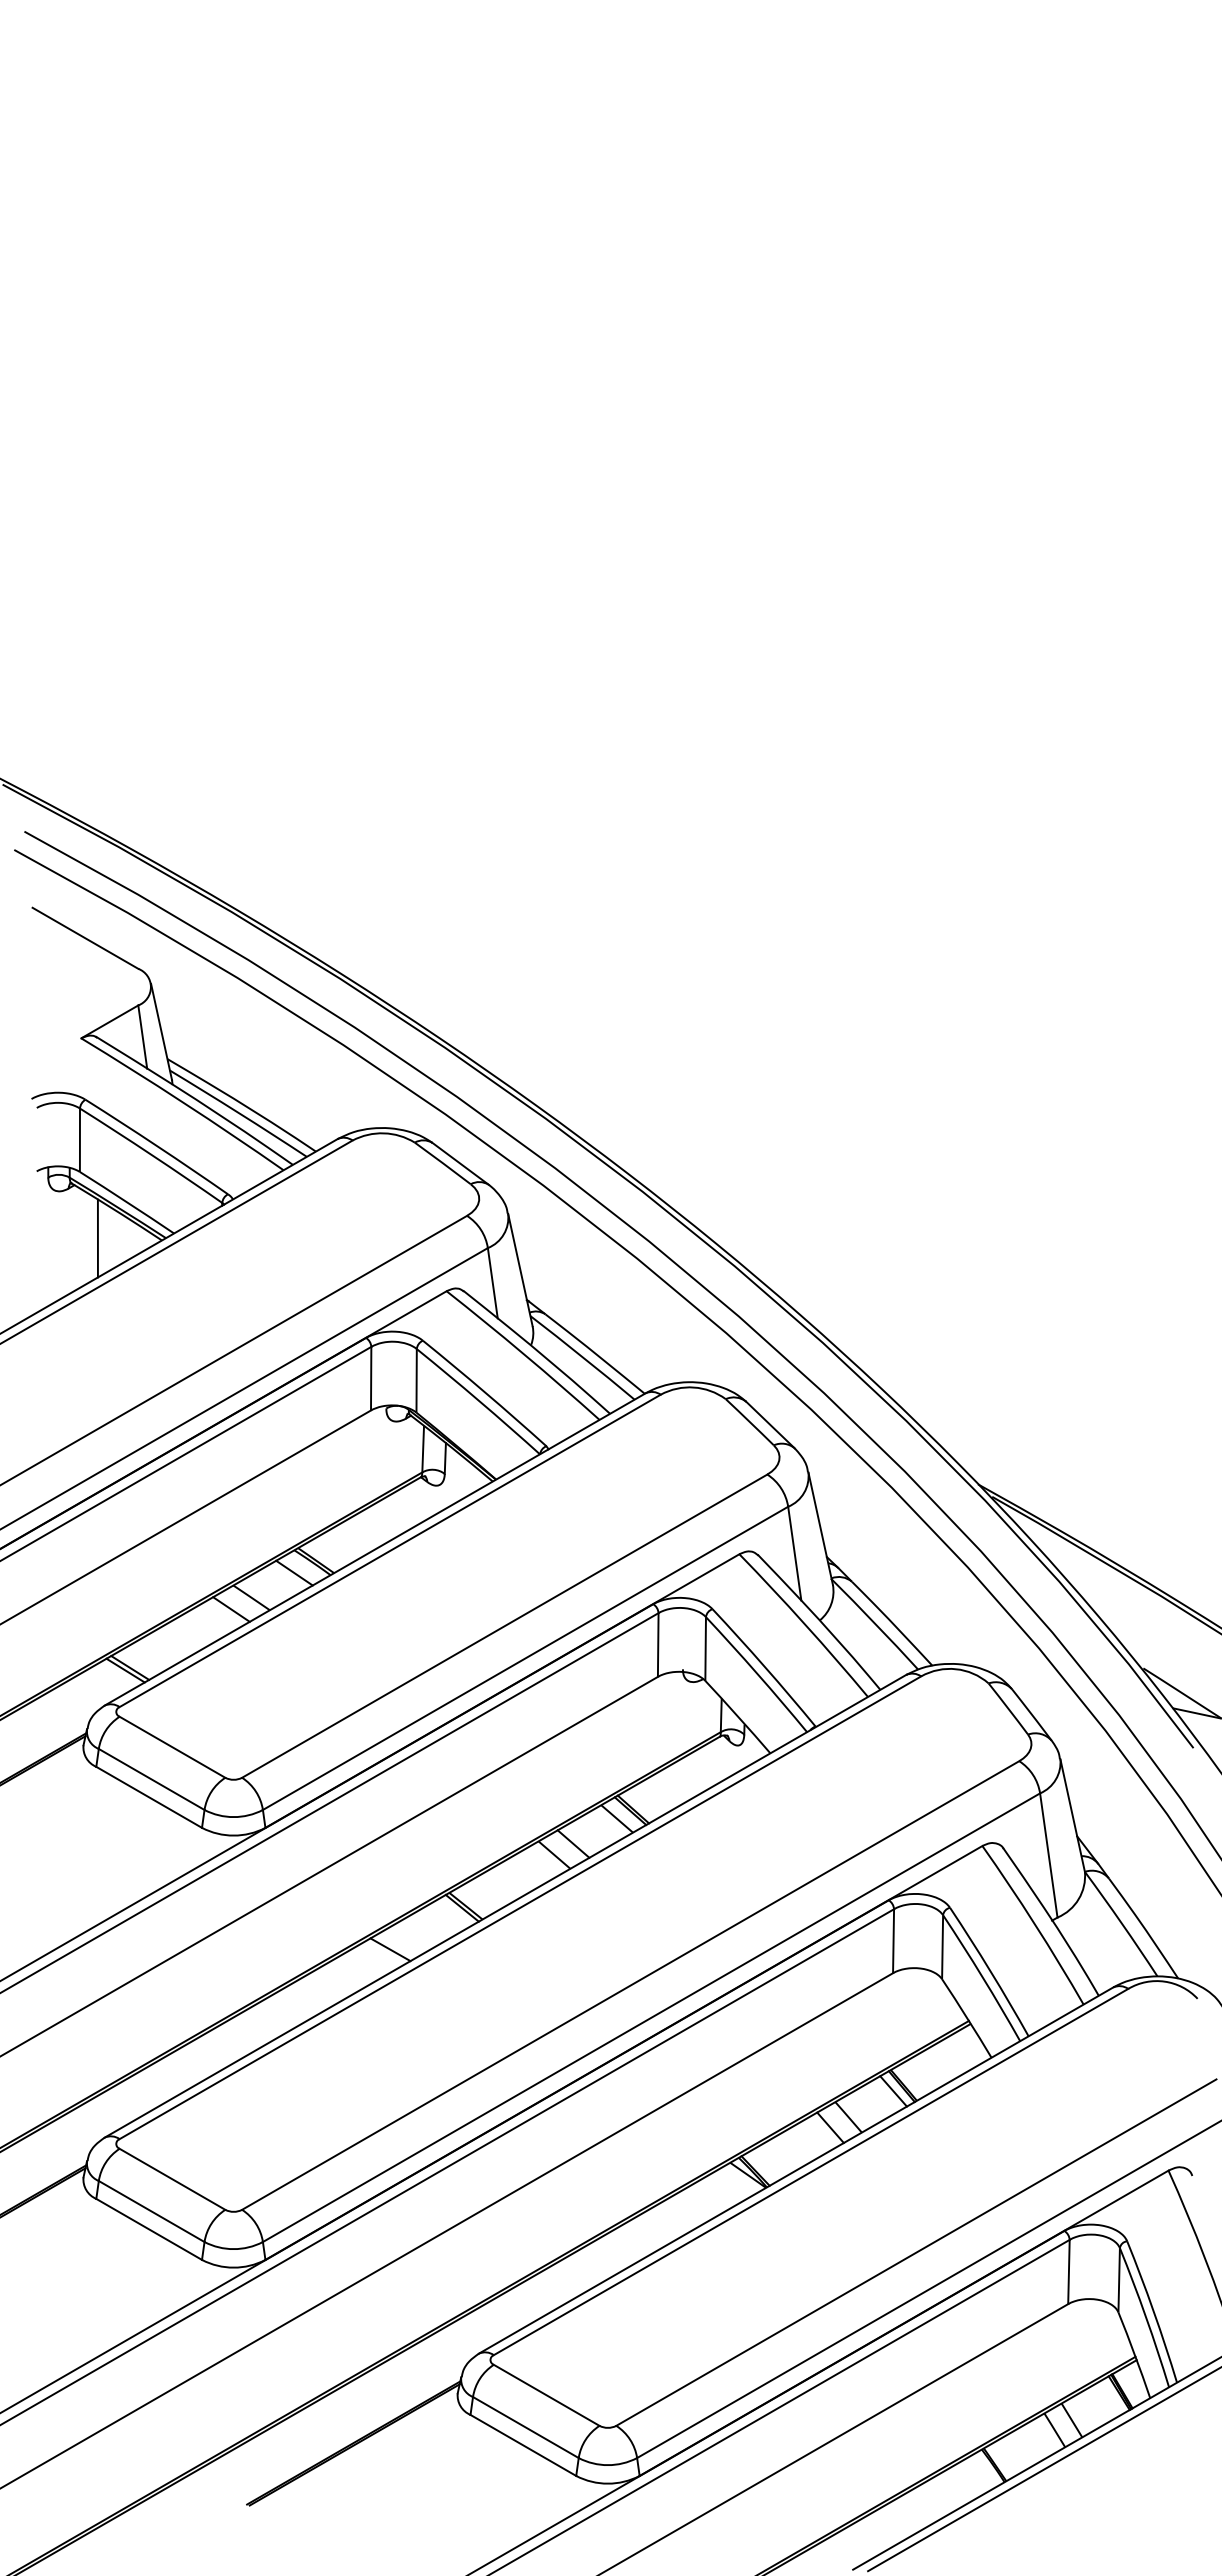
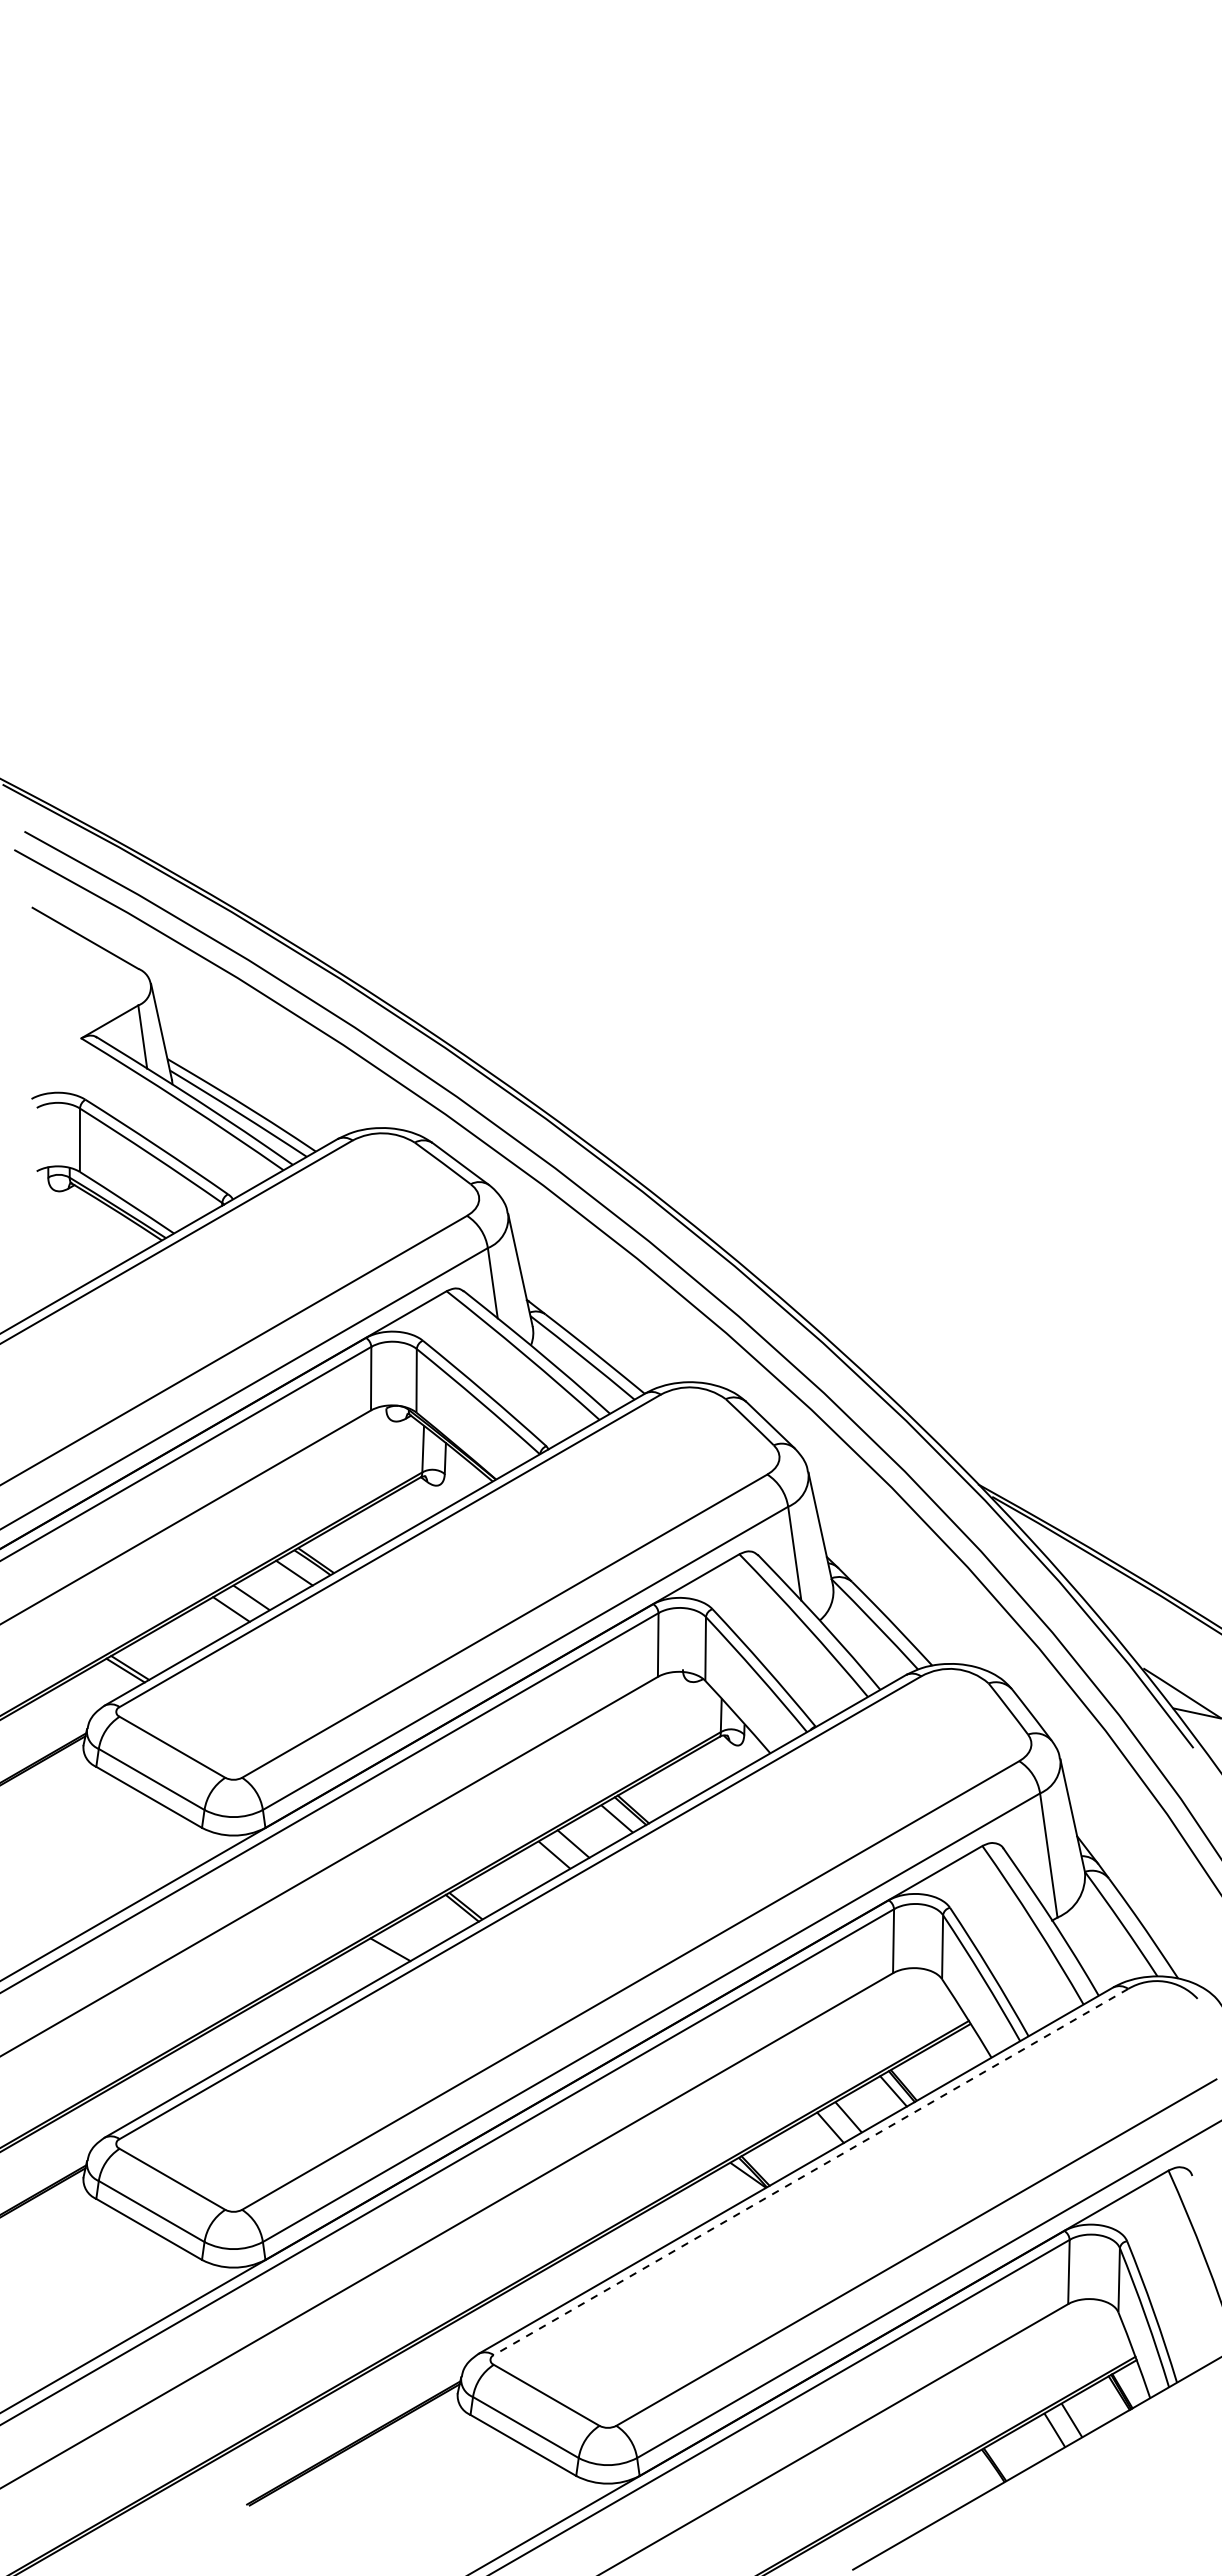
line at (97, 1238): present -> none
line at (810, 2172): solid -> dashed
line at (1043, 2469): present -> none
